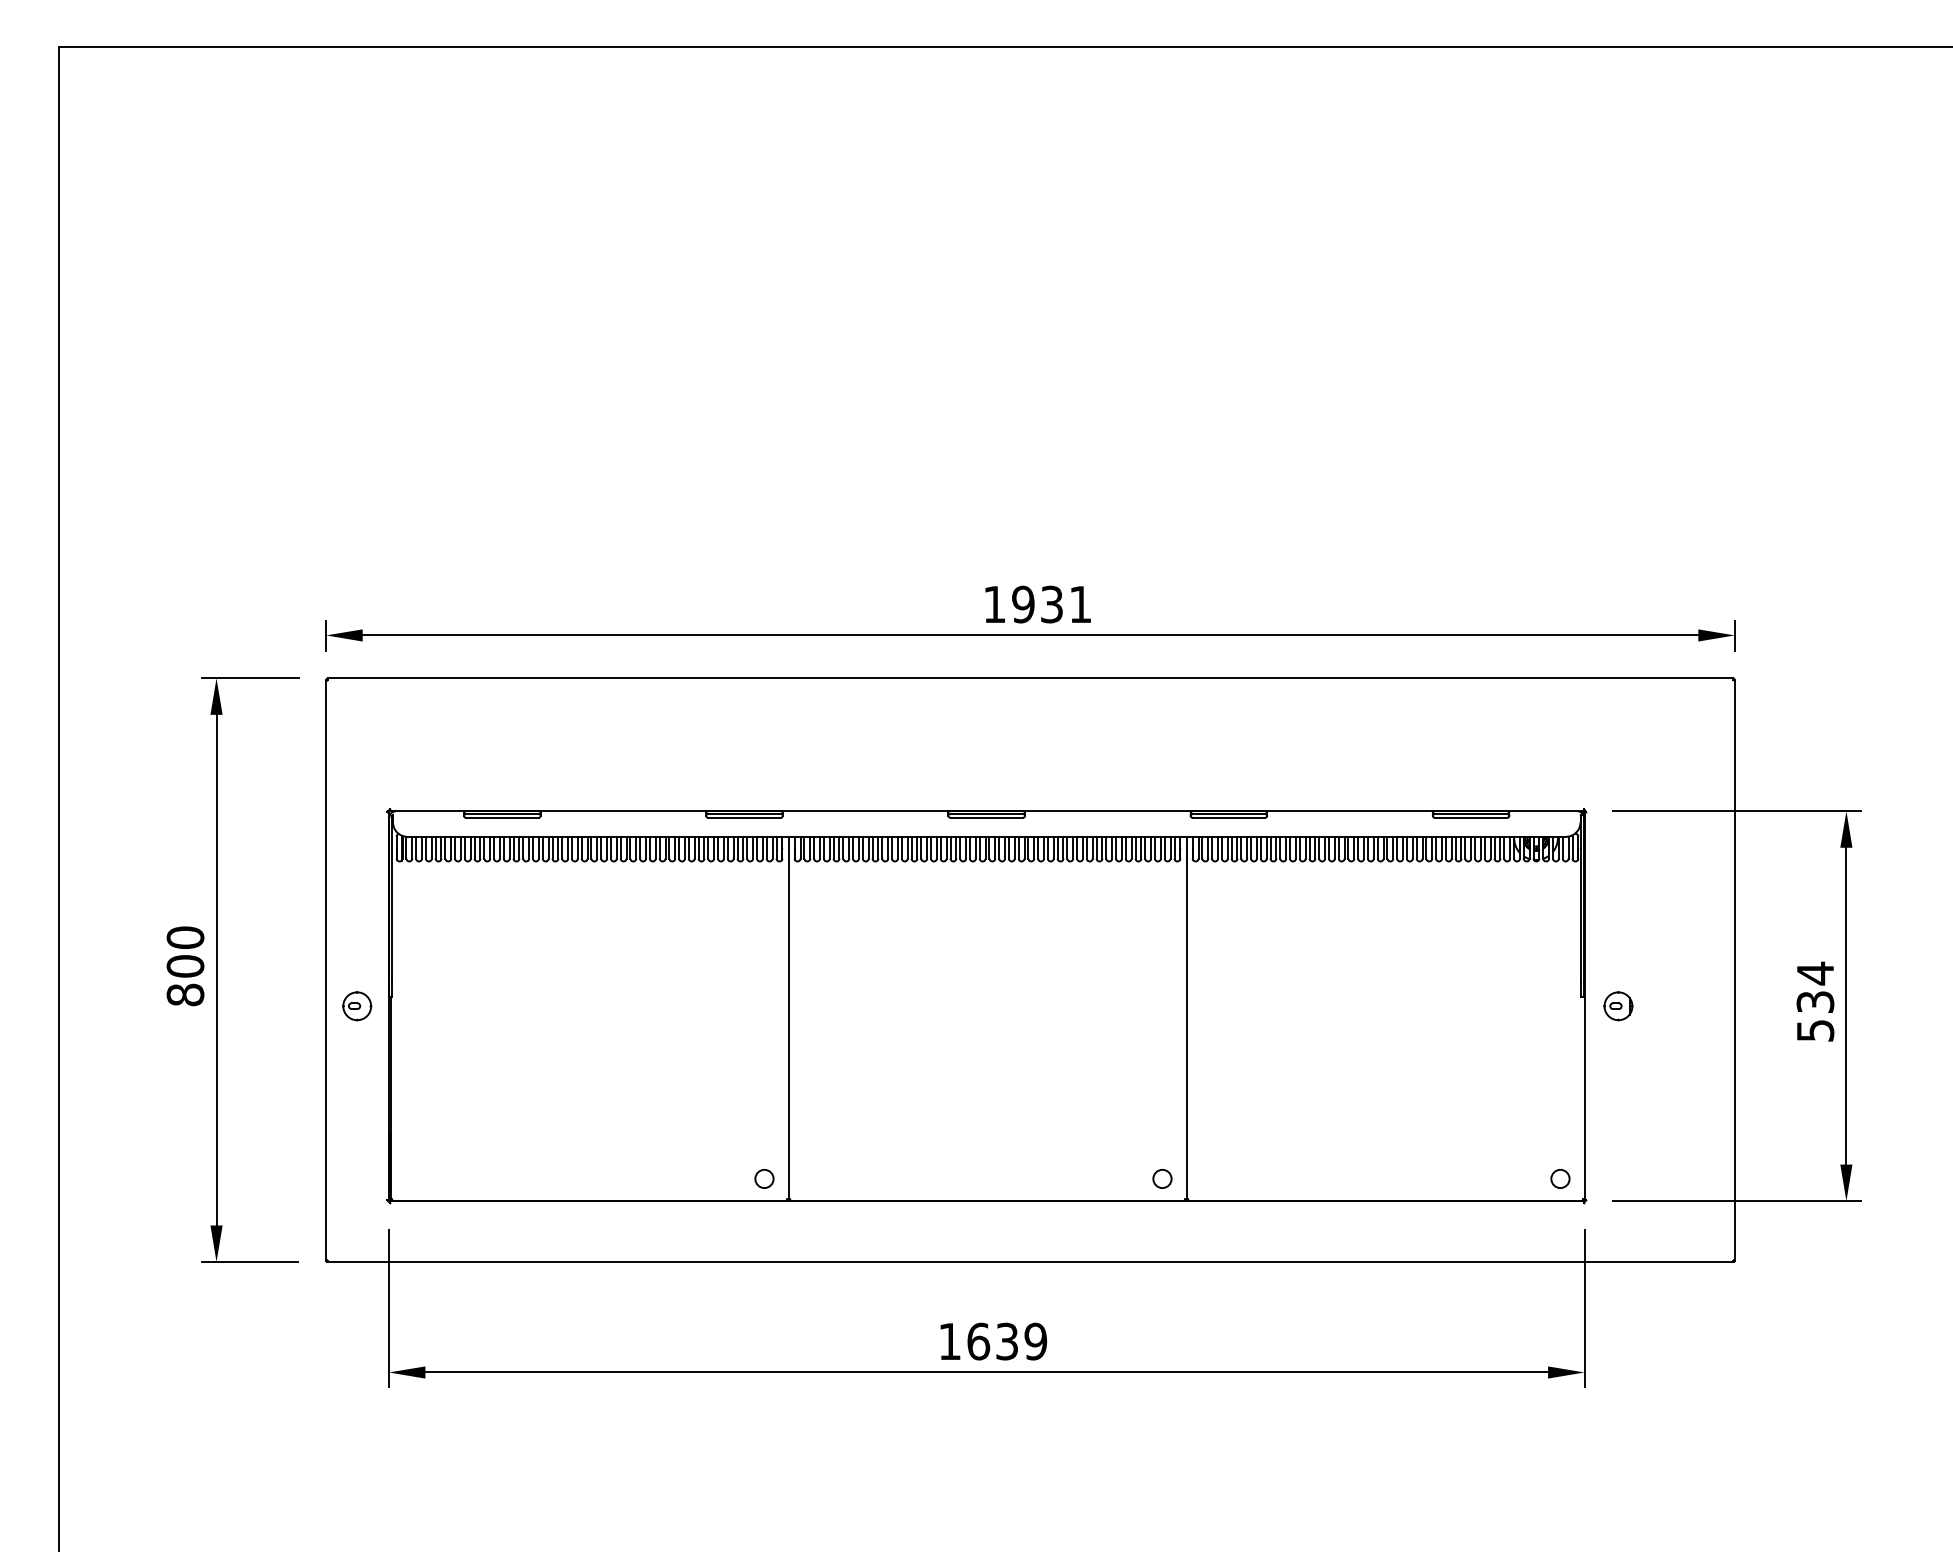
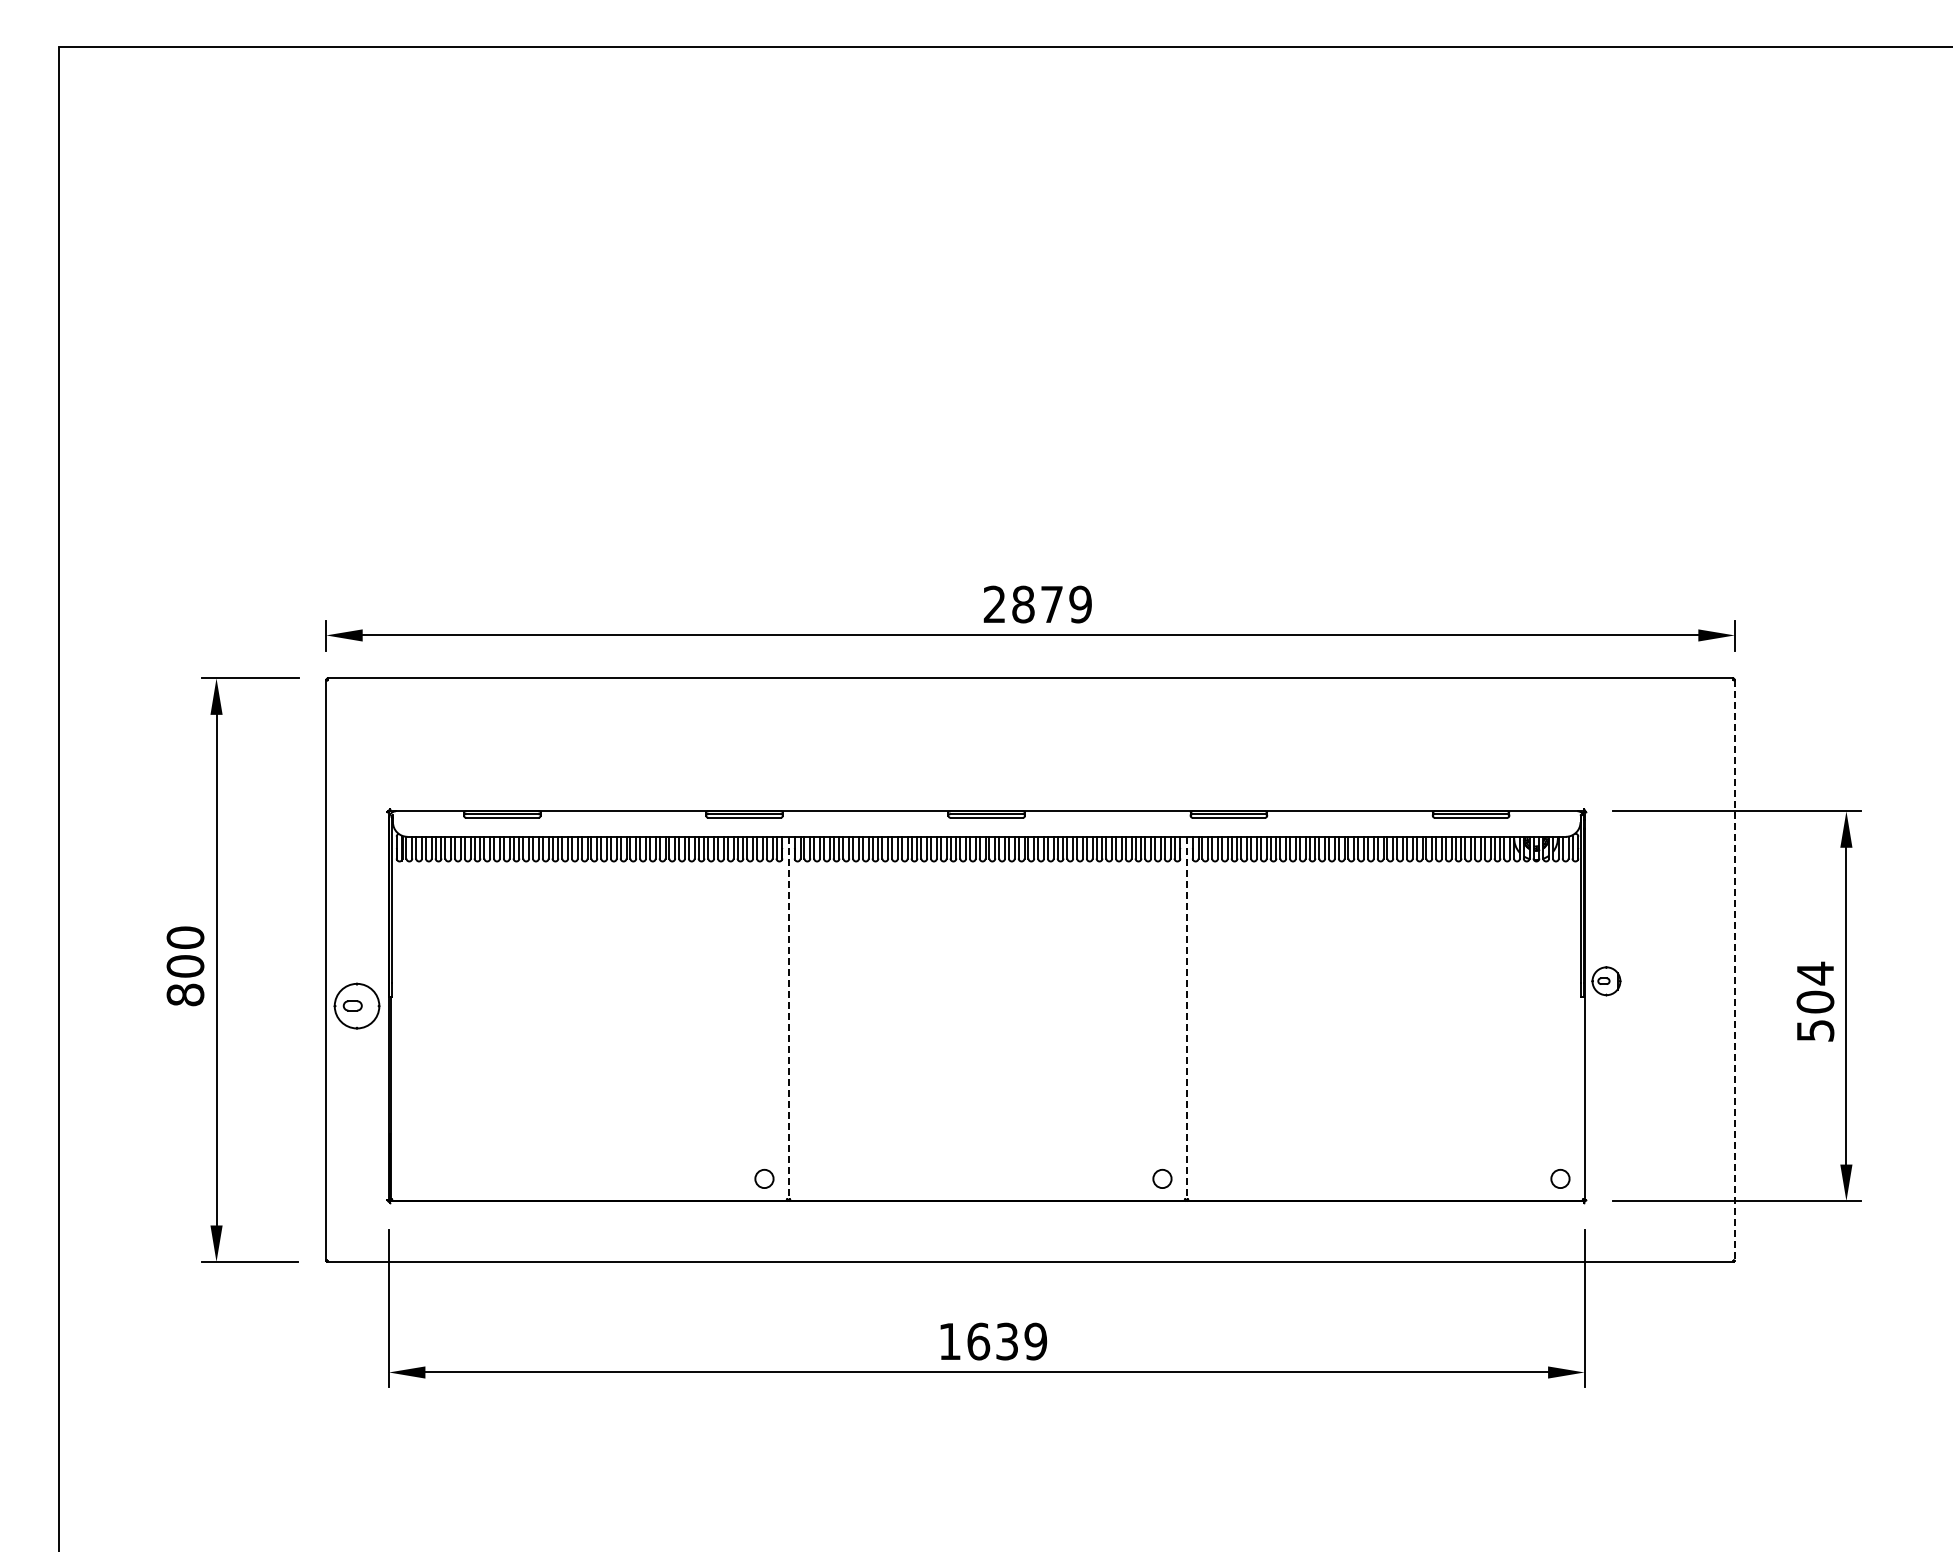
text at (1037, 604): 1931 -> 2879
line at (1734, 971): solid -> dashed
text at (1815, 1001): 534 -> 504
part at (357, 1006) size: 31x31 px -> 48x48 px
part at (1618, 1006) position: (1618, 1006) -> (1606, 981)
line at (788, 1018): solid -> dashed
line at (1186, 1018): solid -> dashed
